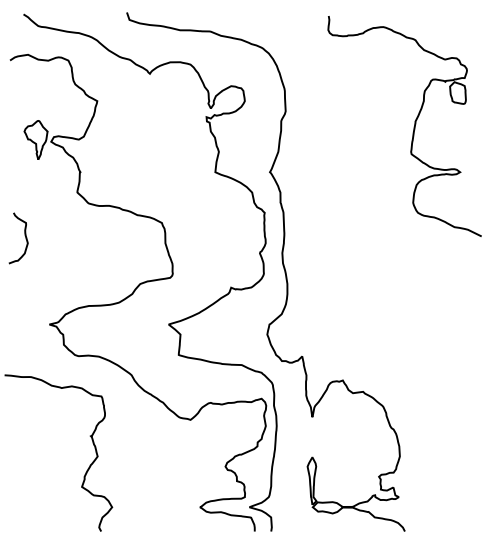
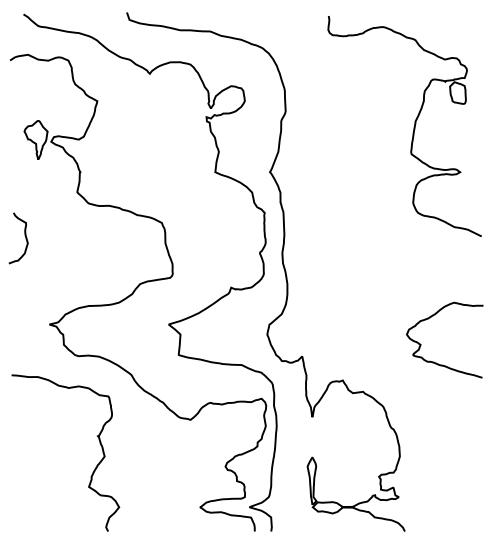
curve at (421, 344): none -> present
curve at (87, 468) position: (87, 468) -> (94, 468)
